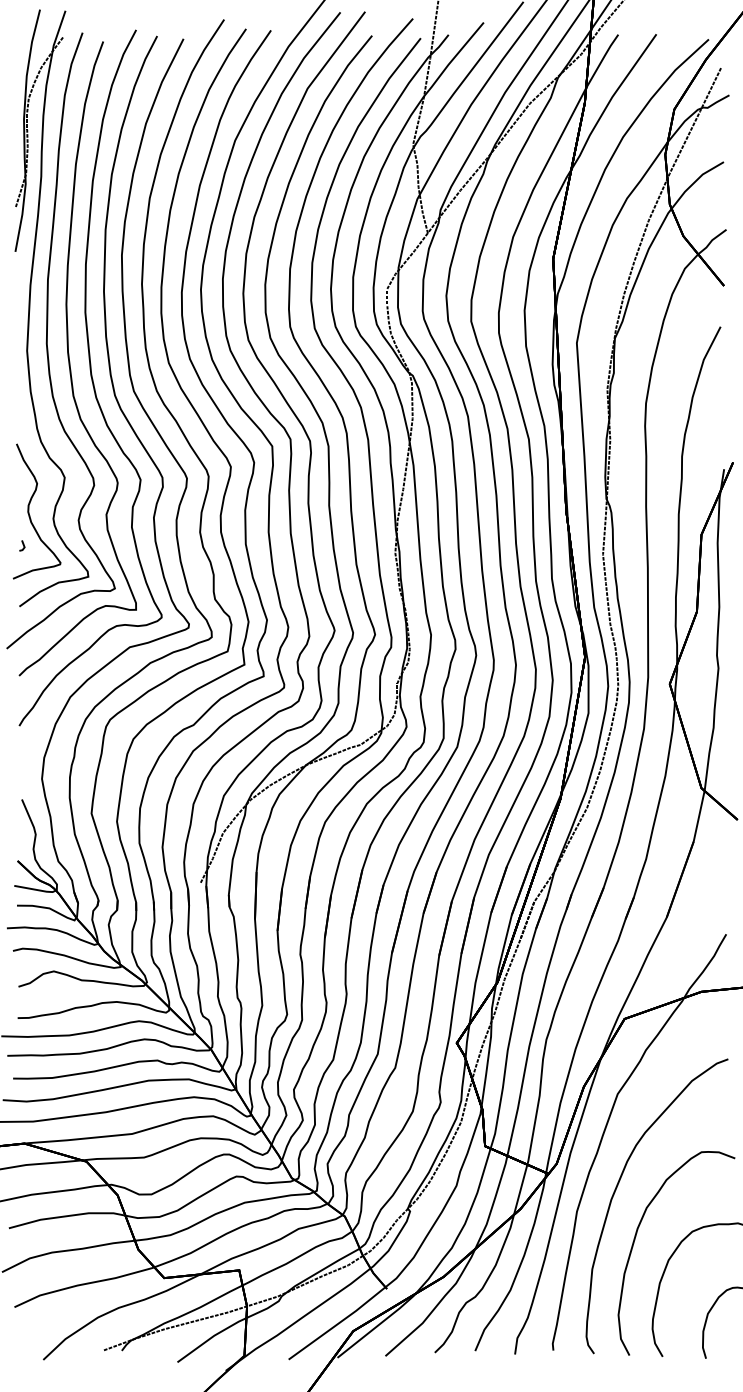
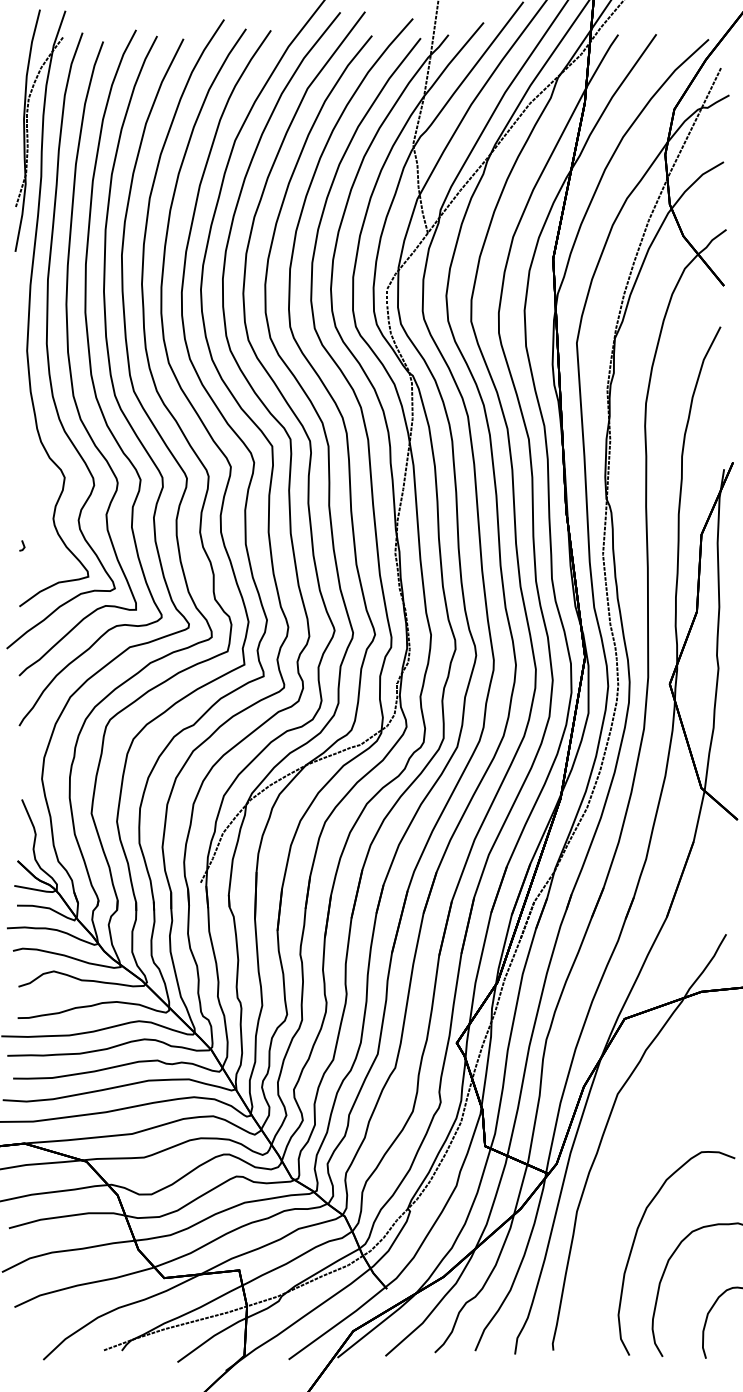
curve at (29, 511): present -> none
curve at (616, 1190): present -> none
